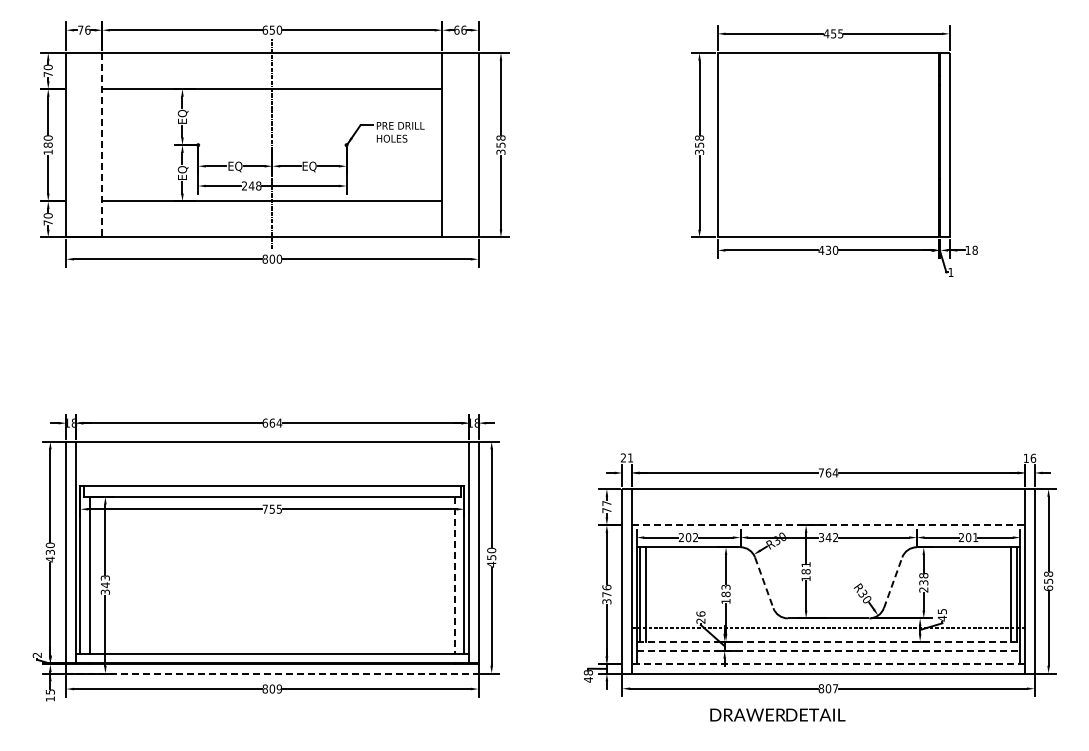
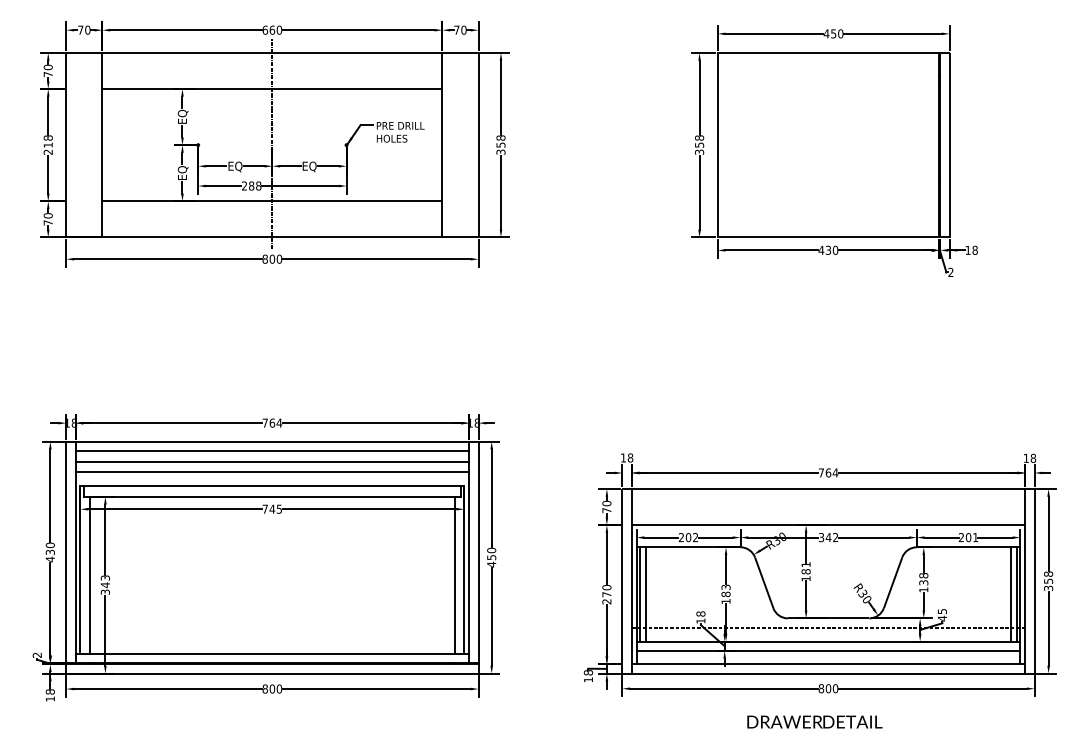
text at (87, 29): 76 -> 70
text at (272, 29): 650 -> 660
text at (460, 29): 66 -> 70
text at (840, 33): 455 -> 450
text at (47, 144): 180 -> 218
line at (102, 145): dashed -> solid
text at (251, 185): 248 -> 288
text at (950, 271): 1 -> 2
text at (265, 422): 664 -> 764
line at (272, 450): none -> present
text at (626, 457): 21 -> 18
text at (1033, 457): 16 -> 18
line at (272, 462): none -> present
line at (272, 471): none -> present
text at (606, 503): 77 -> 70
text at (272, 508): 755 -> 745
line at (828, 525): dashed -> solid
line at (455, 575): dashed -> solid
line at (764, 582): dashed -> solid
line at (893, 582): dashed -> solid
text at (1048, 587): 658 -> 358
text at (923, 589): 238 -> 138
text at (606, 594): 376 -> 270
text at (700, 617): 26 -> 18
line at (828, 641): dashed -> solid
line at (828, 650): dashed -> solid
line at (828, 664): dashed -> solid
line at (272, 673): dashed -> solid
text at (588, 679): 48 -> 18
text at (278, 688): 809 -> 800
text at (835, 688): 807 -> 800
text at (49, 691): 15 -> 18
text at (777, 714) position: (777, 714) -> (814, 721)
